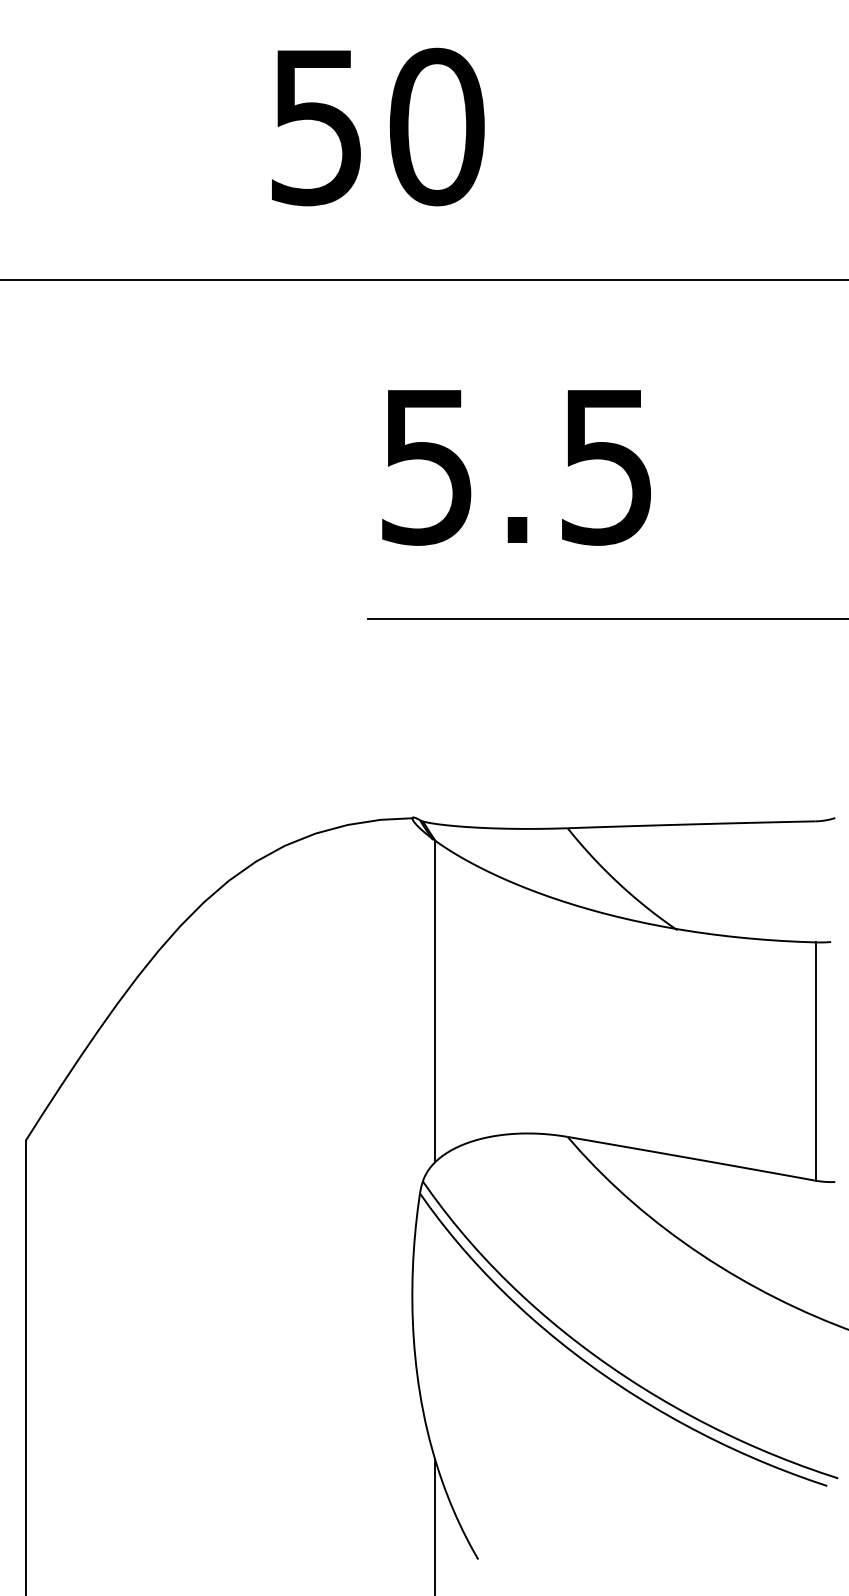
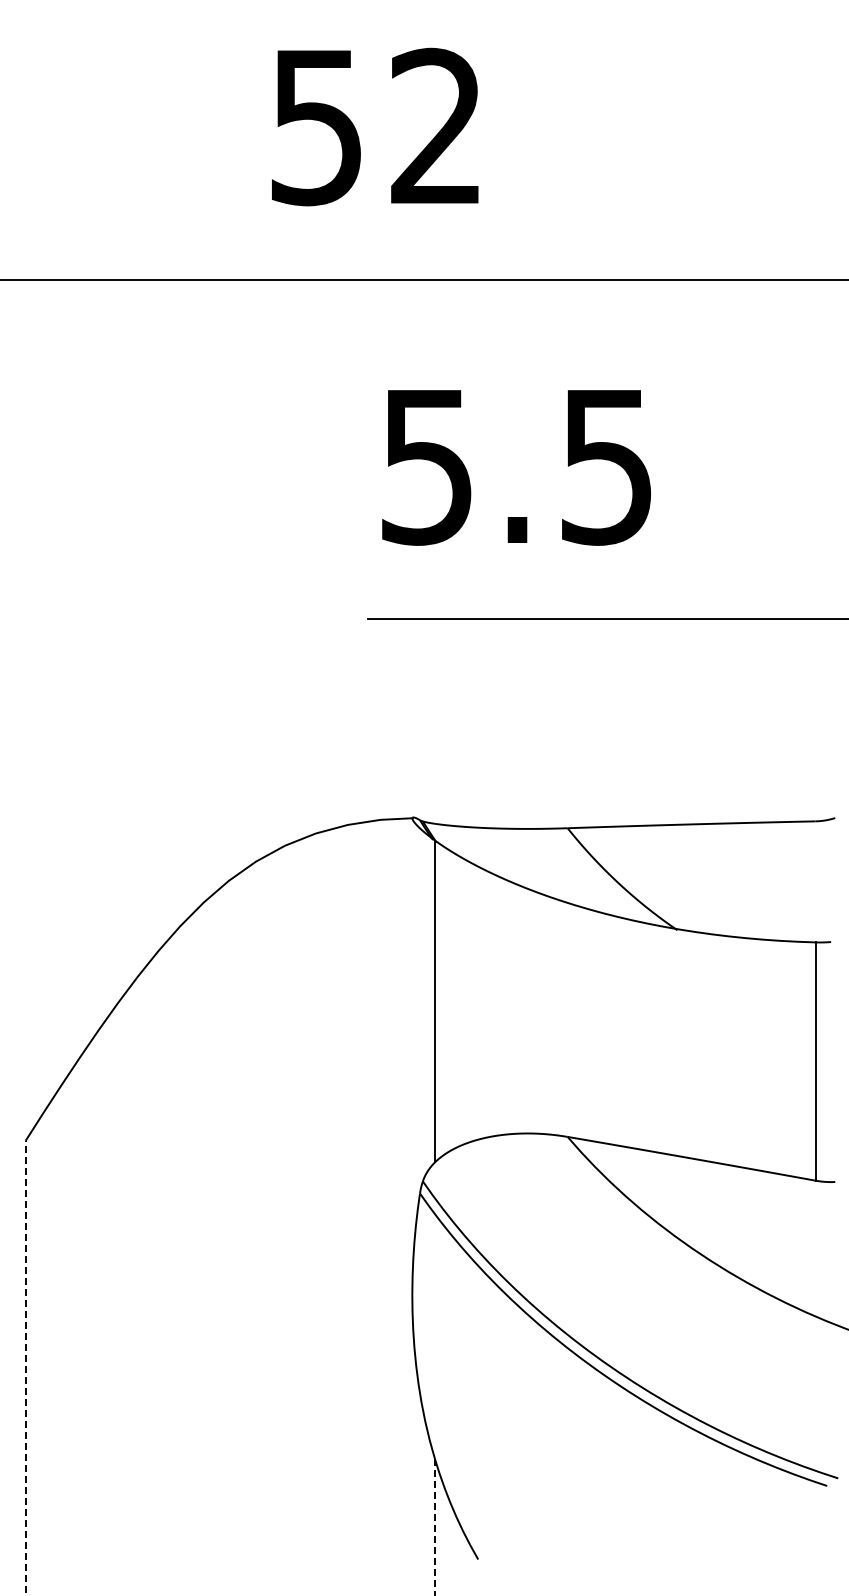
text at (436, 126): 50 -> 52
line at (25, 1367): solid -> dashed
line at (435, 1527): solid -> dashed
